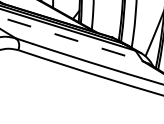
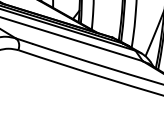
line at (72, 39): dashed -> solid
